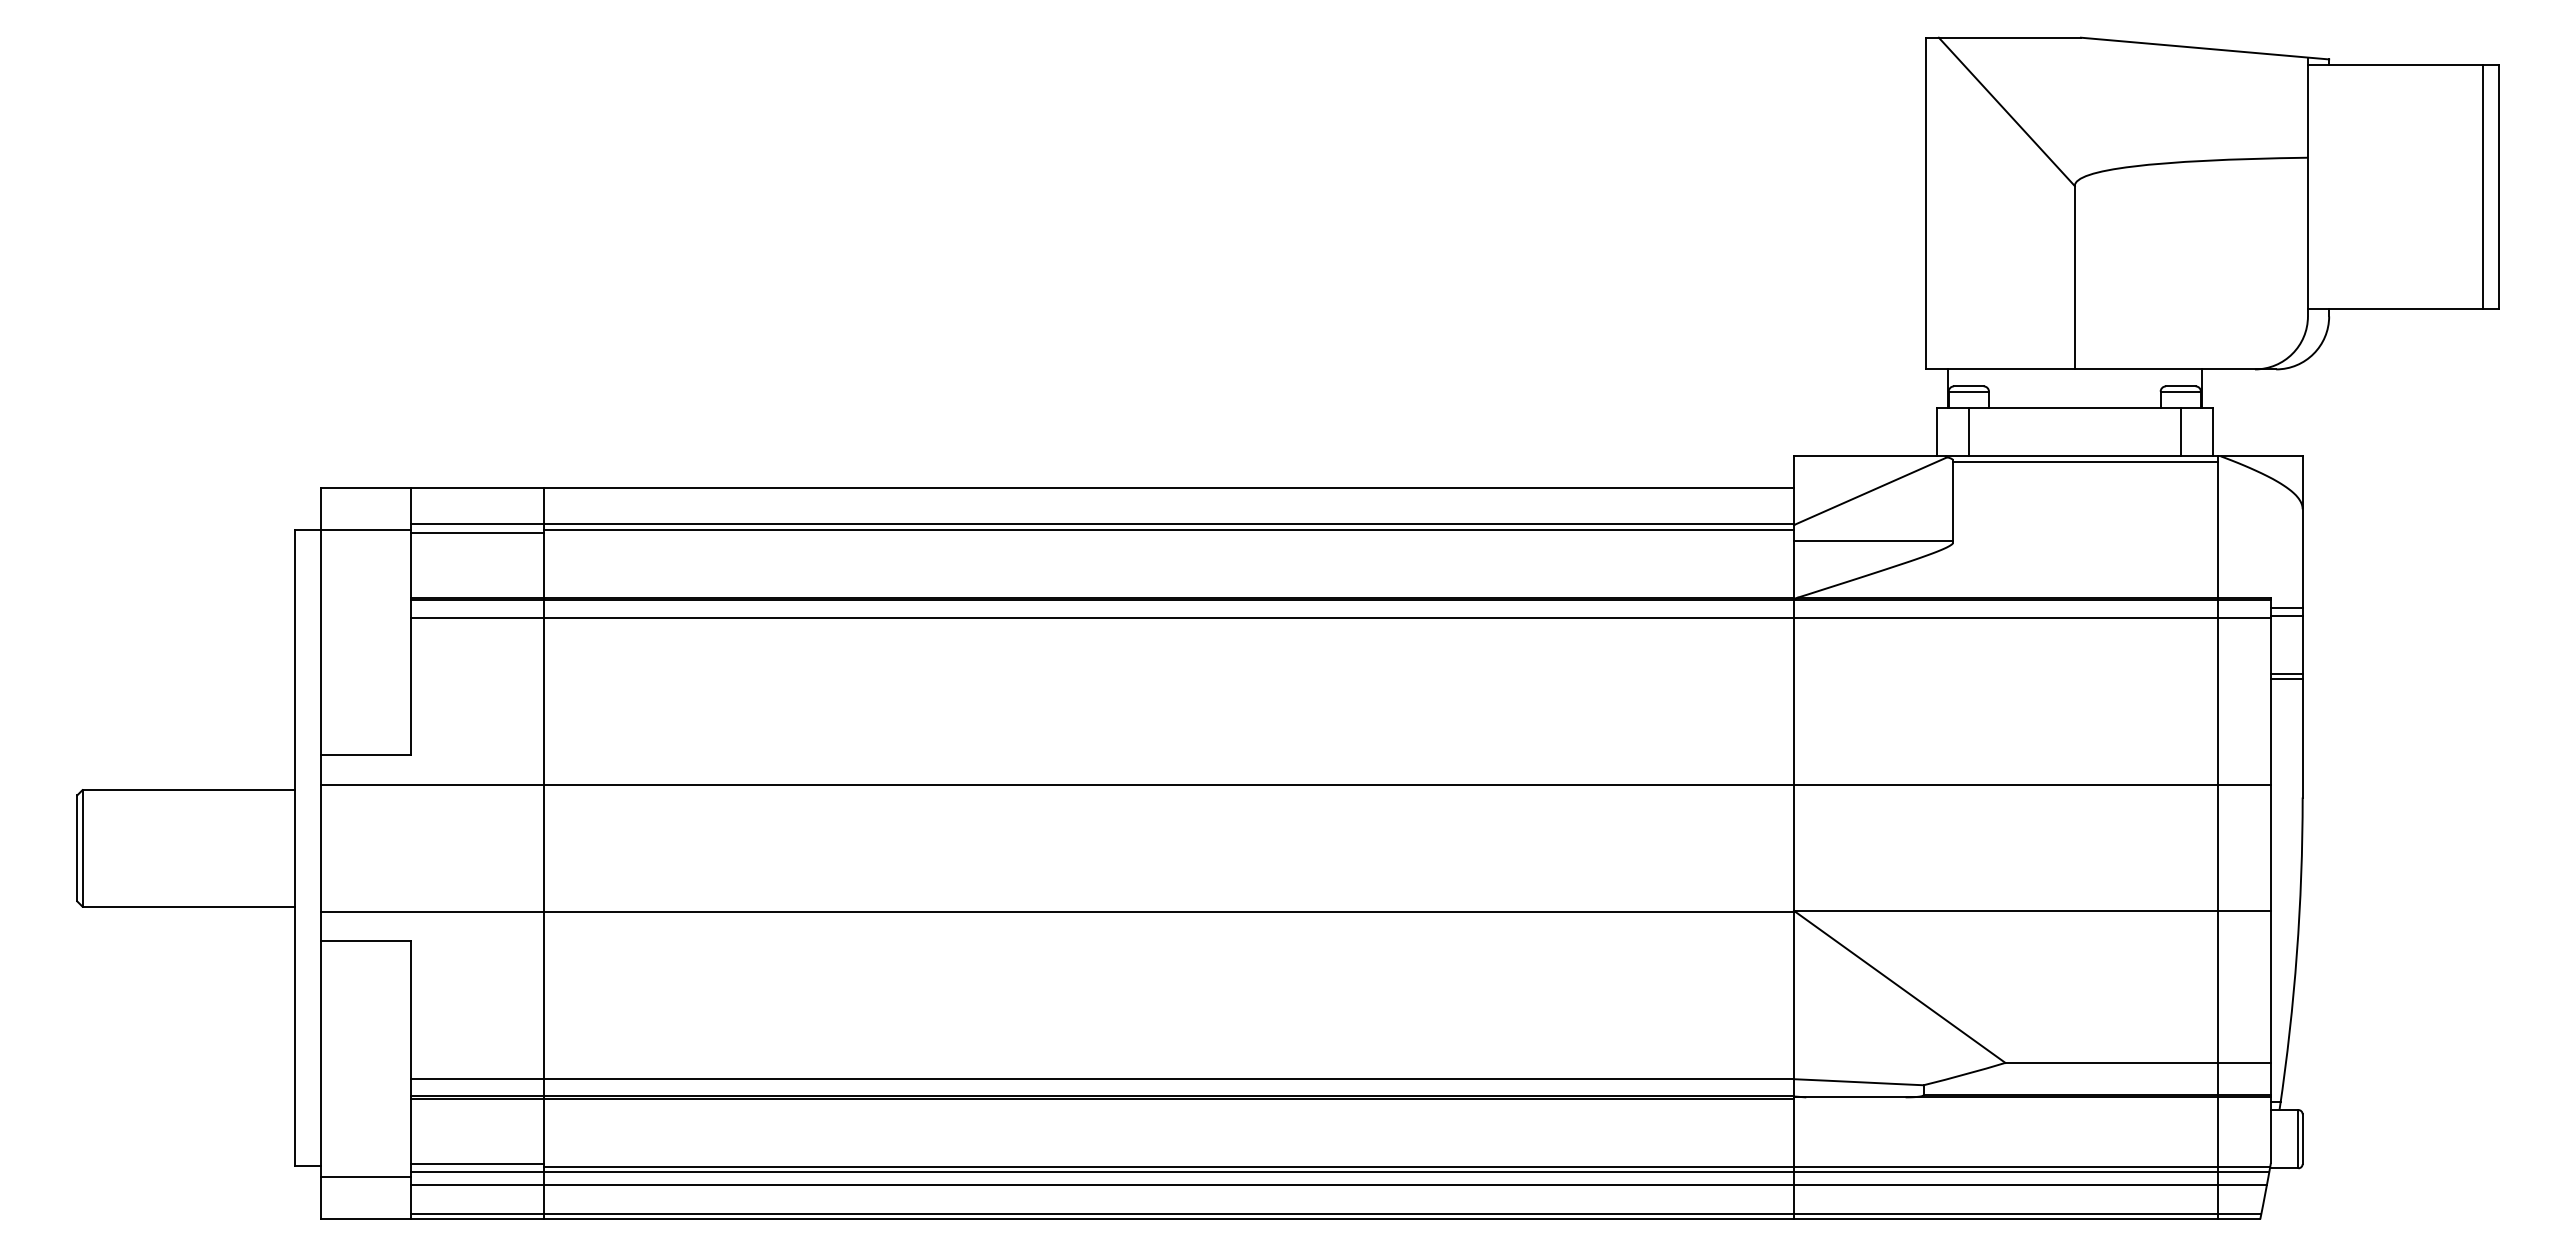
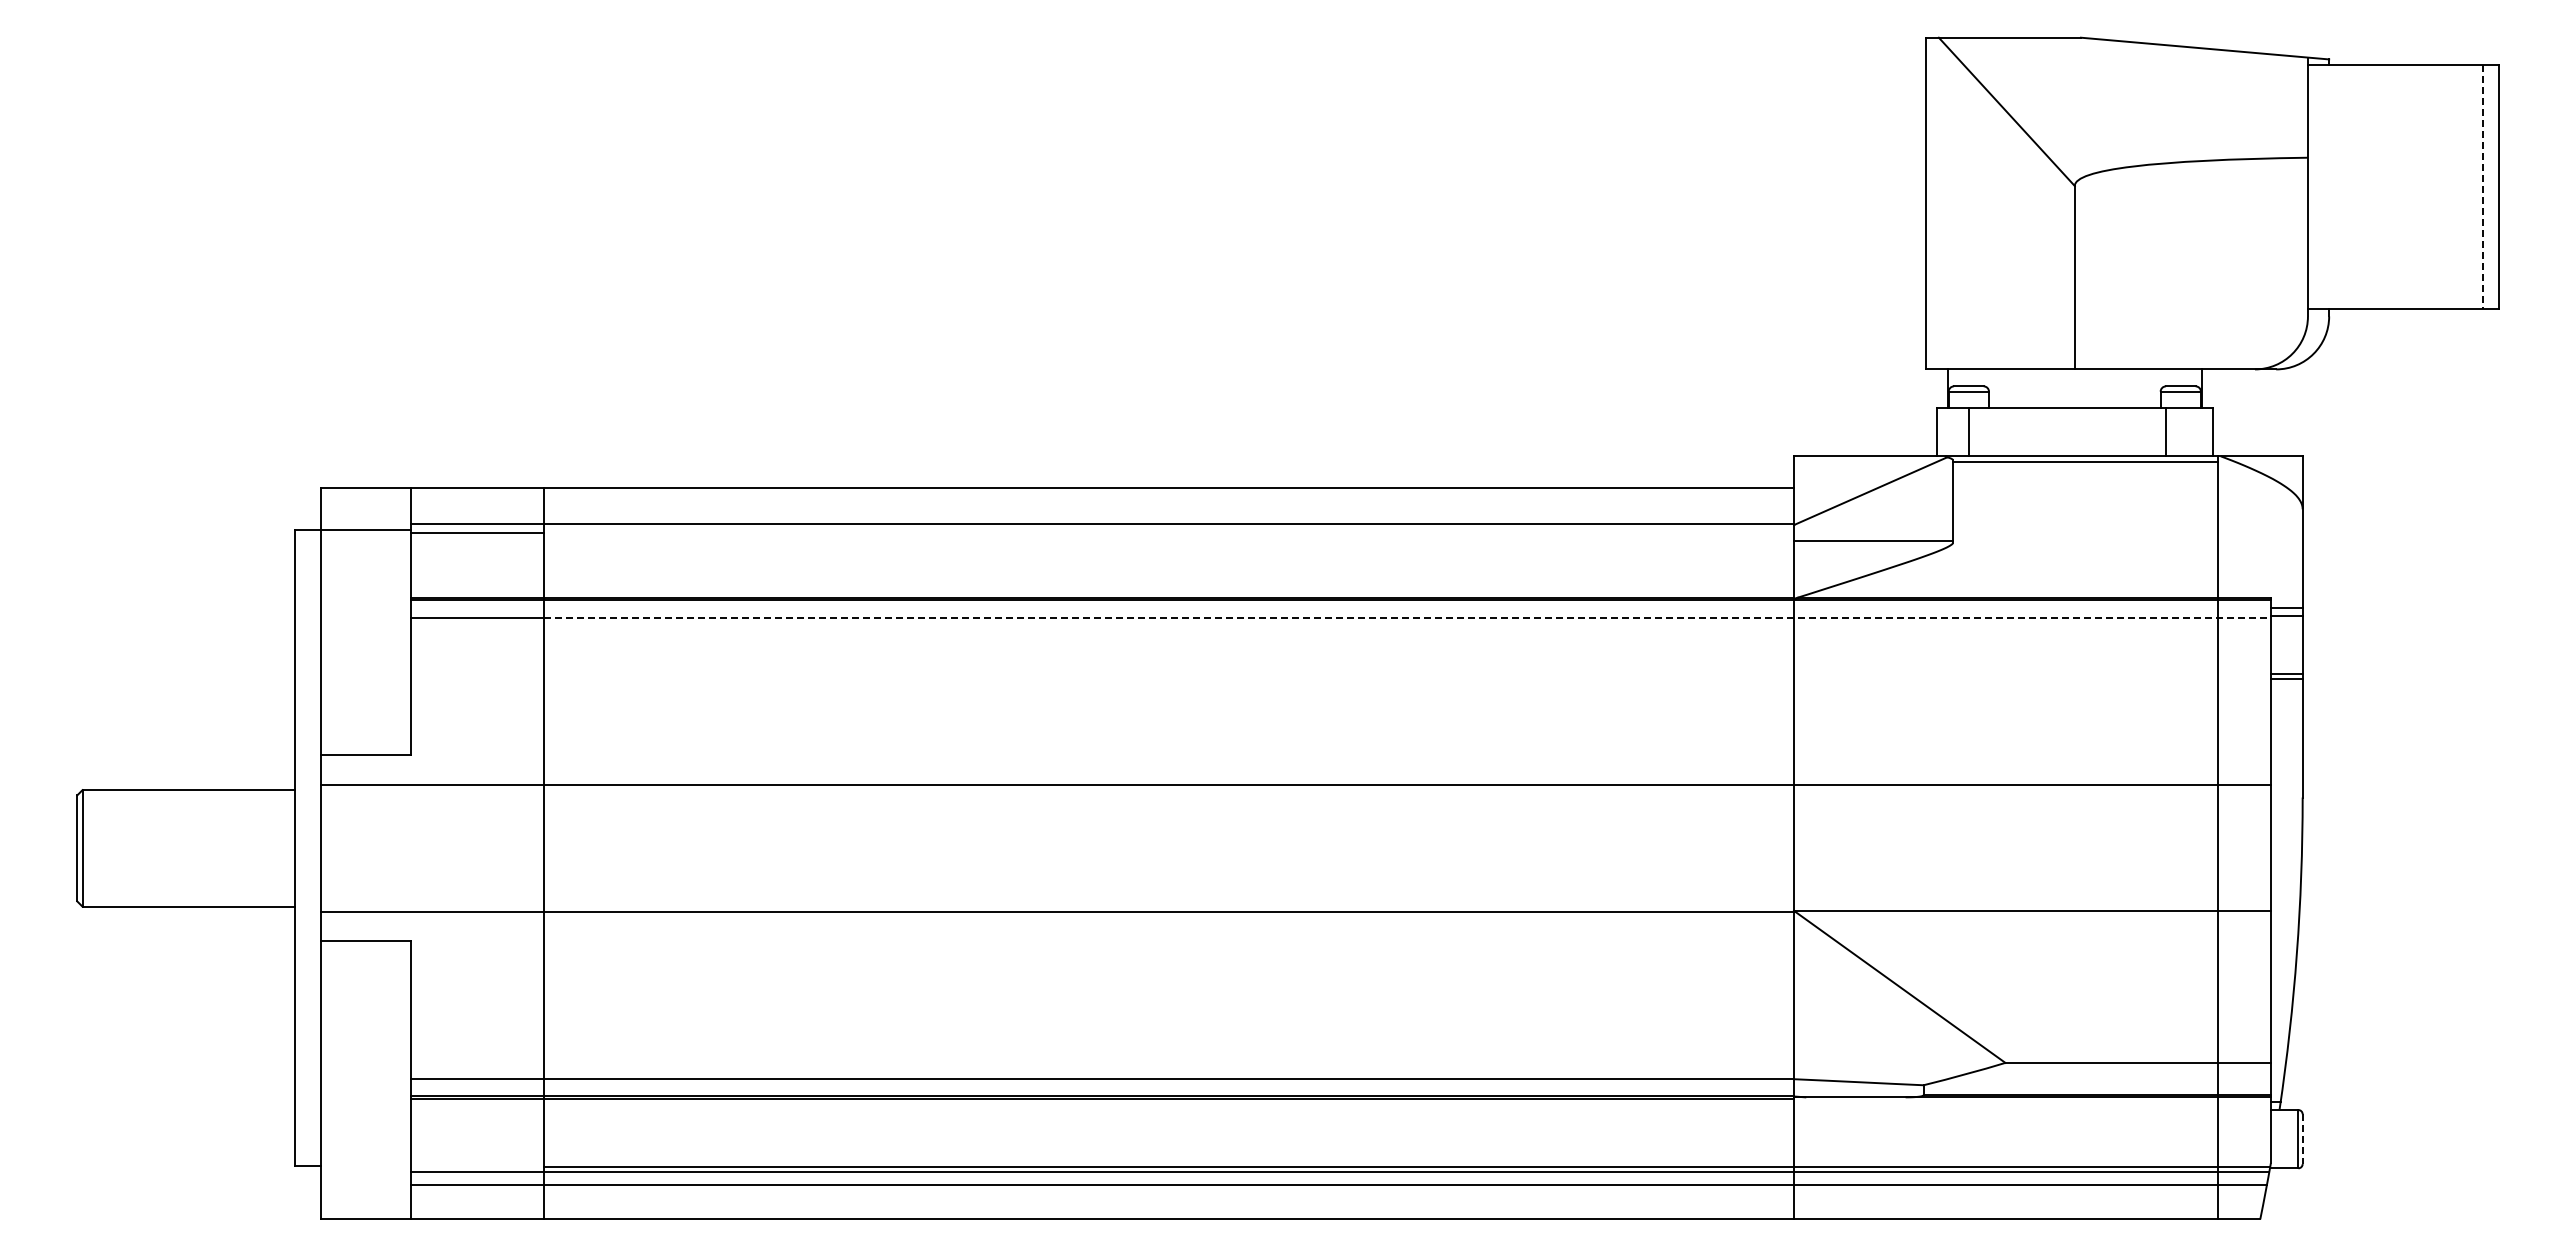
line at (2482, 187): solid -> dashed
line at (2180, 431) position: (2180, 431) -> (2165, 431)
line at (1168, 529): present -> none
line at (1407, 617): solid -> dashed
line at (2302, 1139): solid -> dashed
line at (477, 1164): present -> none
line at (366, 1176): present -> none
line at (1336, 1213): present -> none
